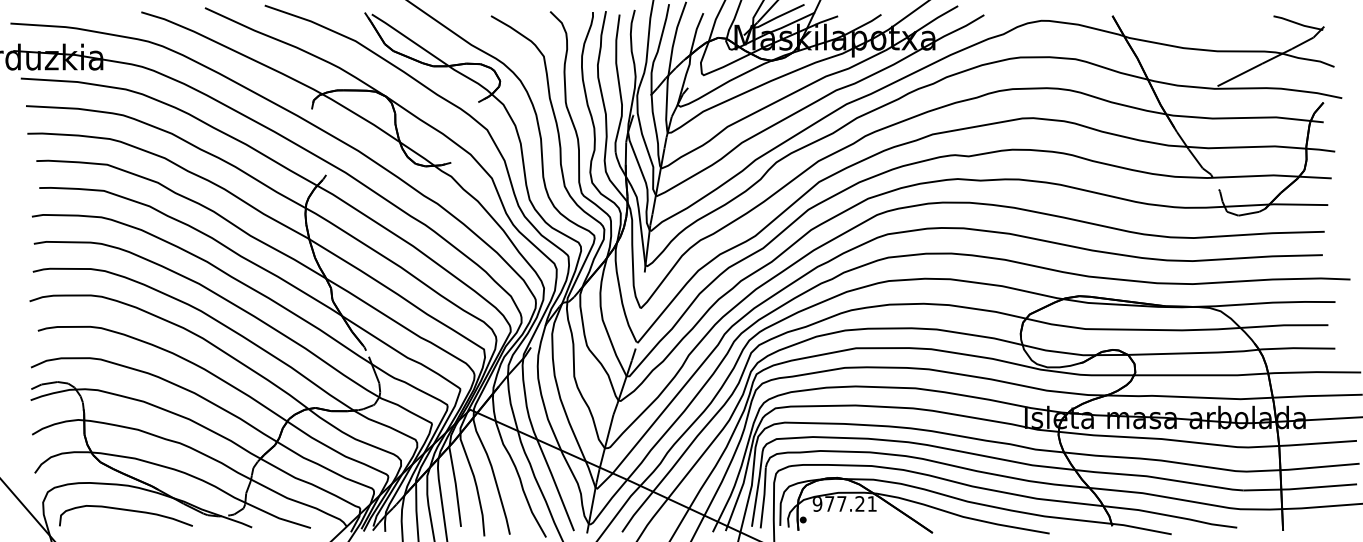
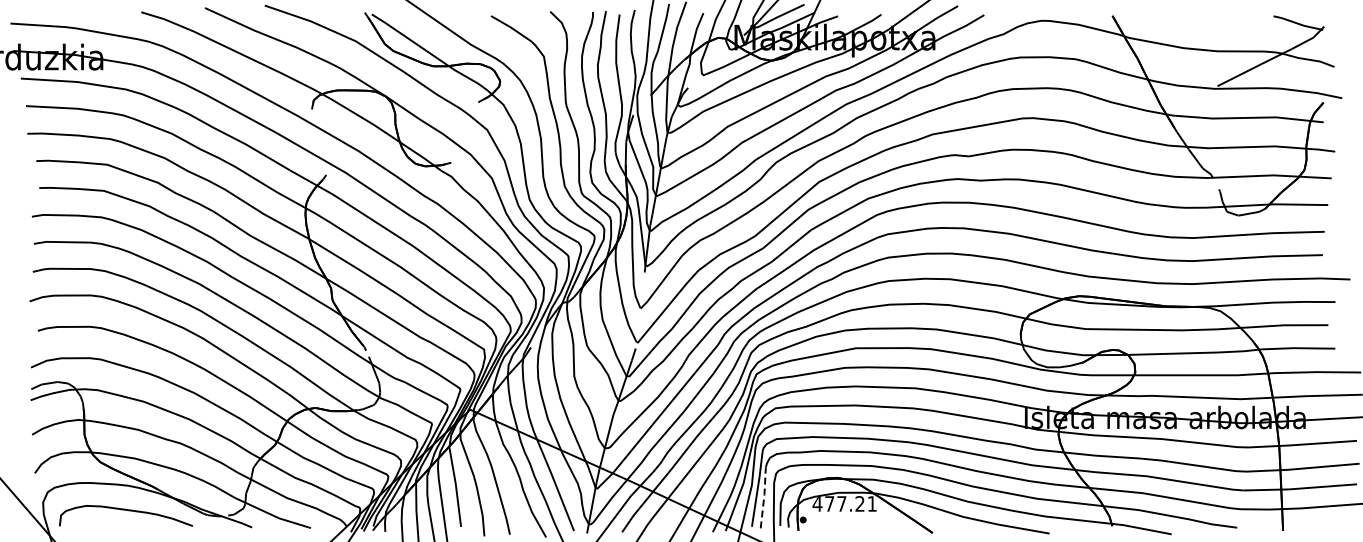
line at (764, 497): solid -> dashed
text at (817, 504): 977.21 -> 477.21
